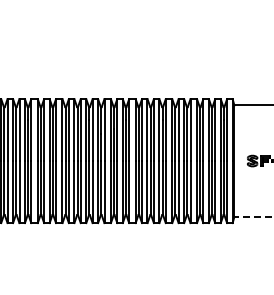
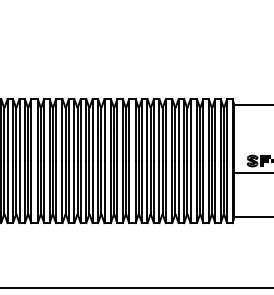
line at (252, 173): none -> present
line at (253, 216): dashed -> solid
line at (136, 287): none -> present
